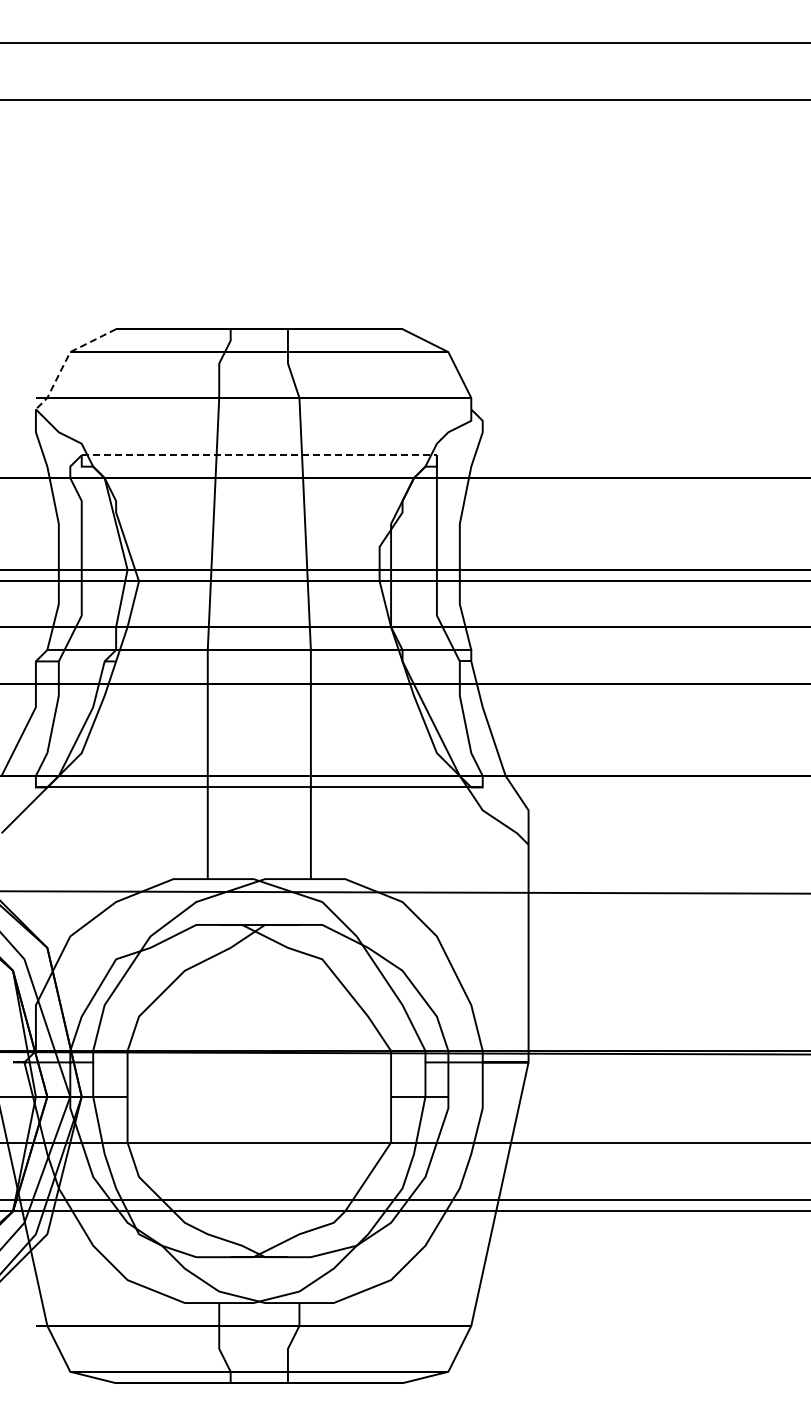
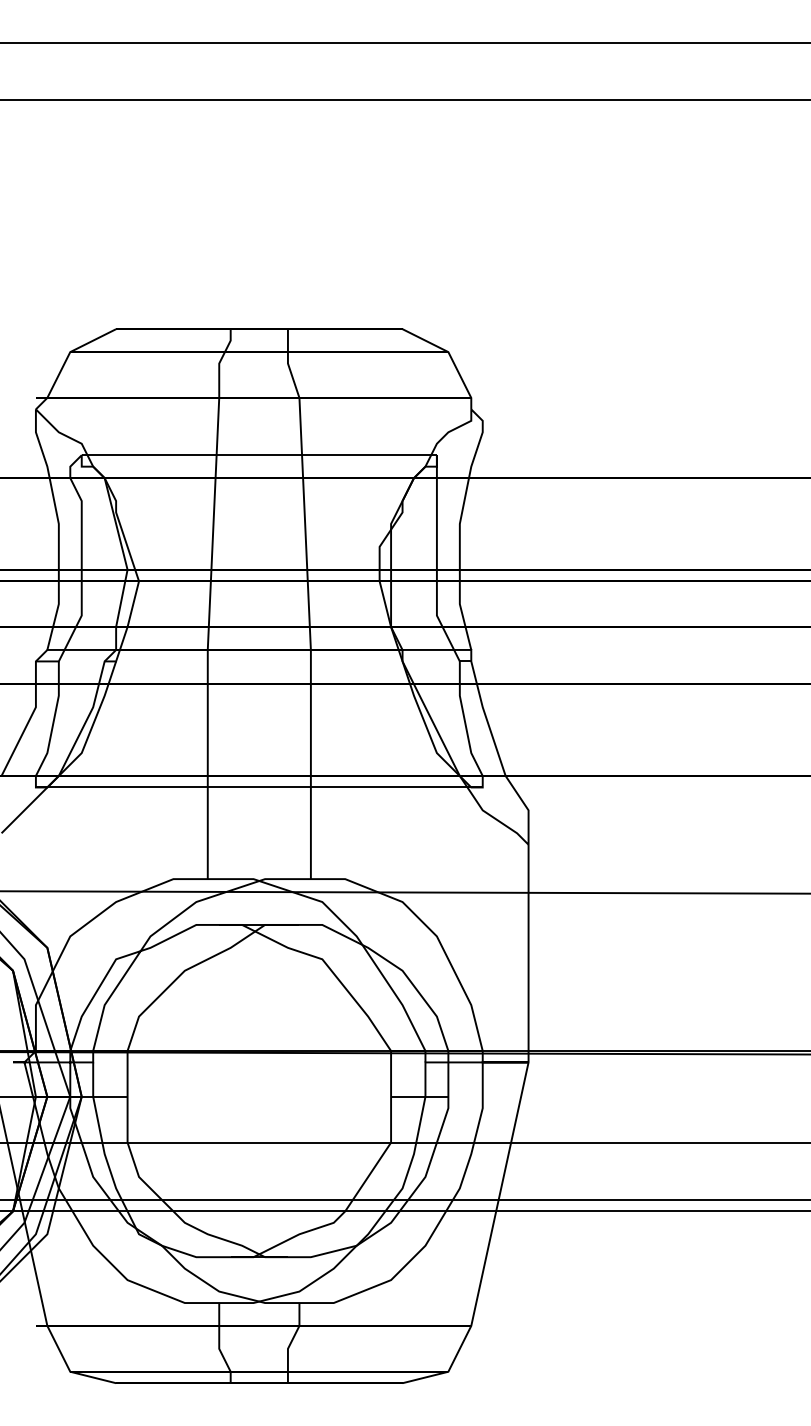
line at (66, 360): dashed -> solid
line at (259, 455): dashed -> solid
